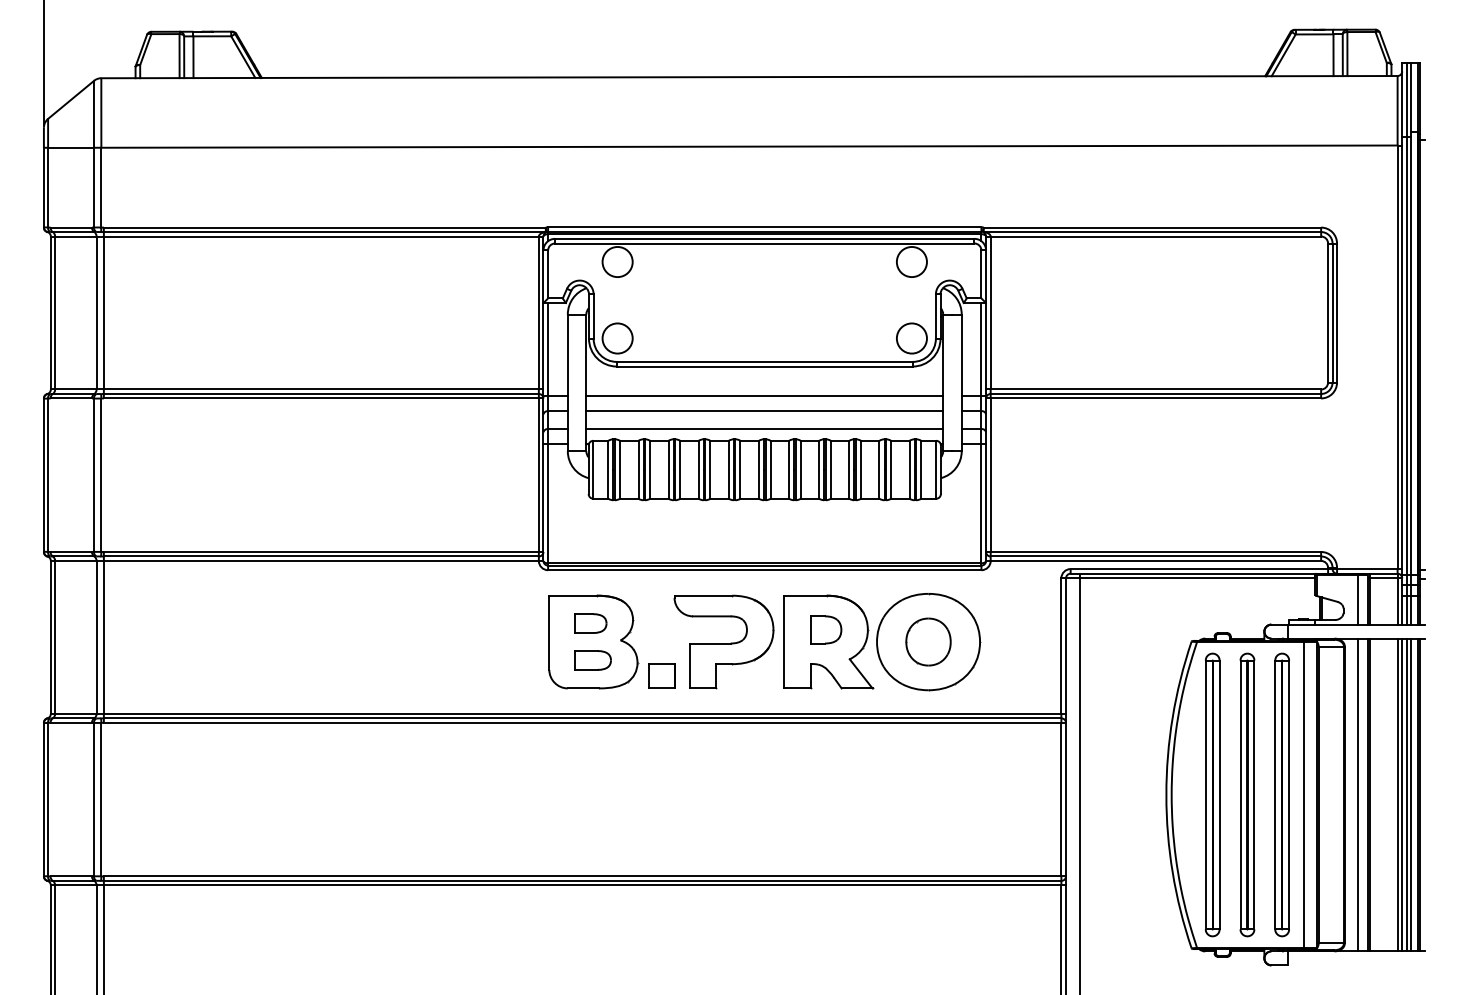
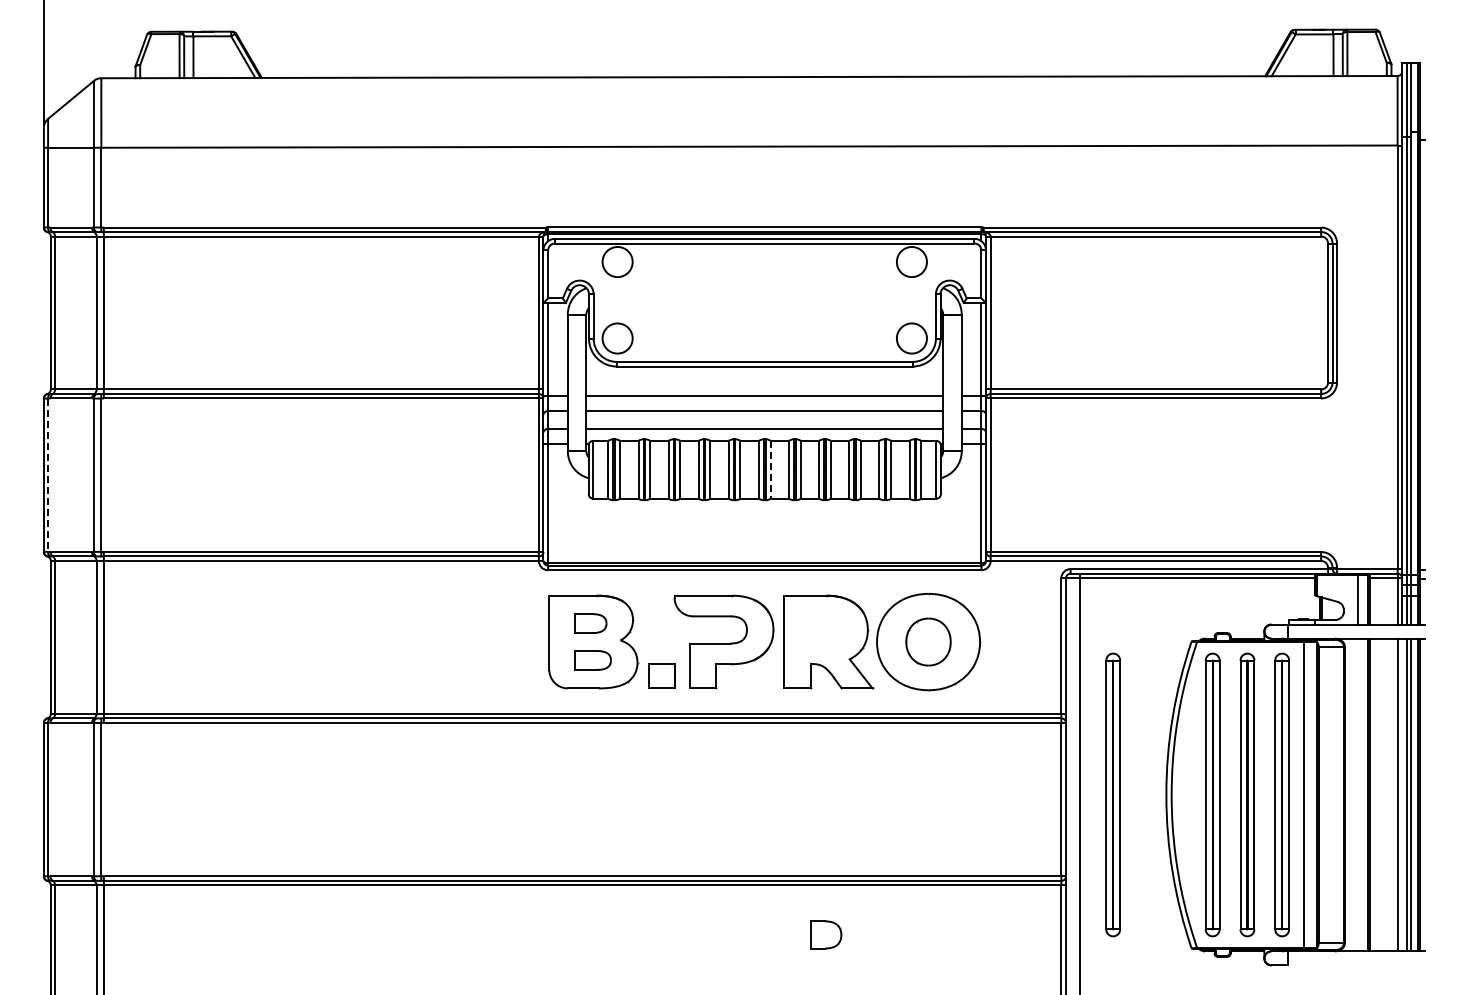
line at (770, 469): solid -> dashed
line at (48, 475): solid -> dashed
part at (826, 629) position: (826, 629) -> (826, 934)
part at (1112, 794): none -> present
line at (1358, 794): present -> none
line at (1402, 794): present -> none
